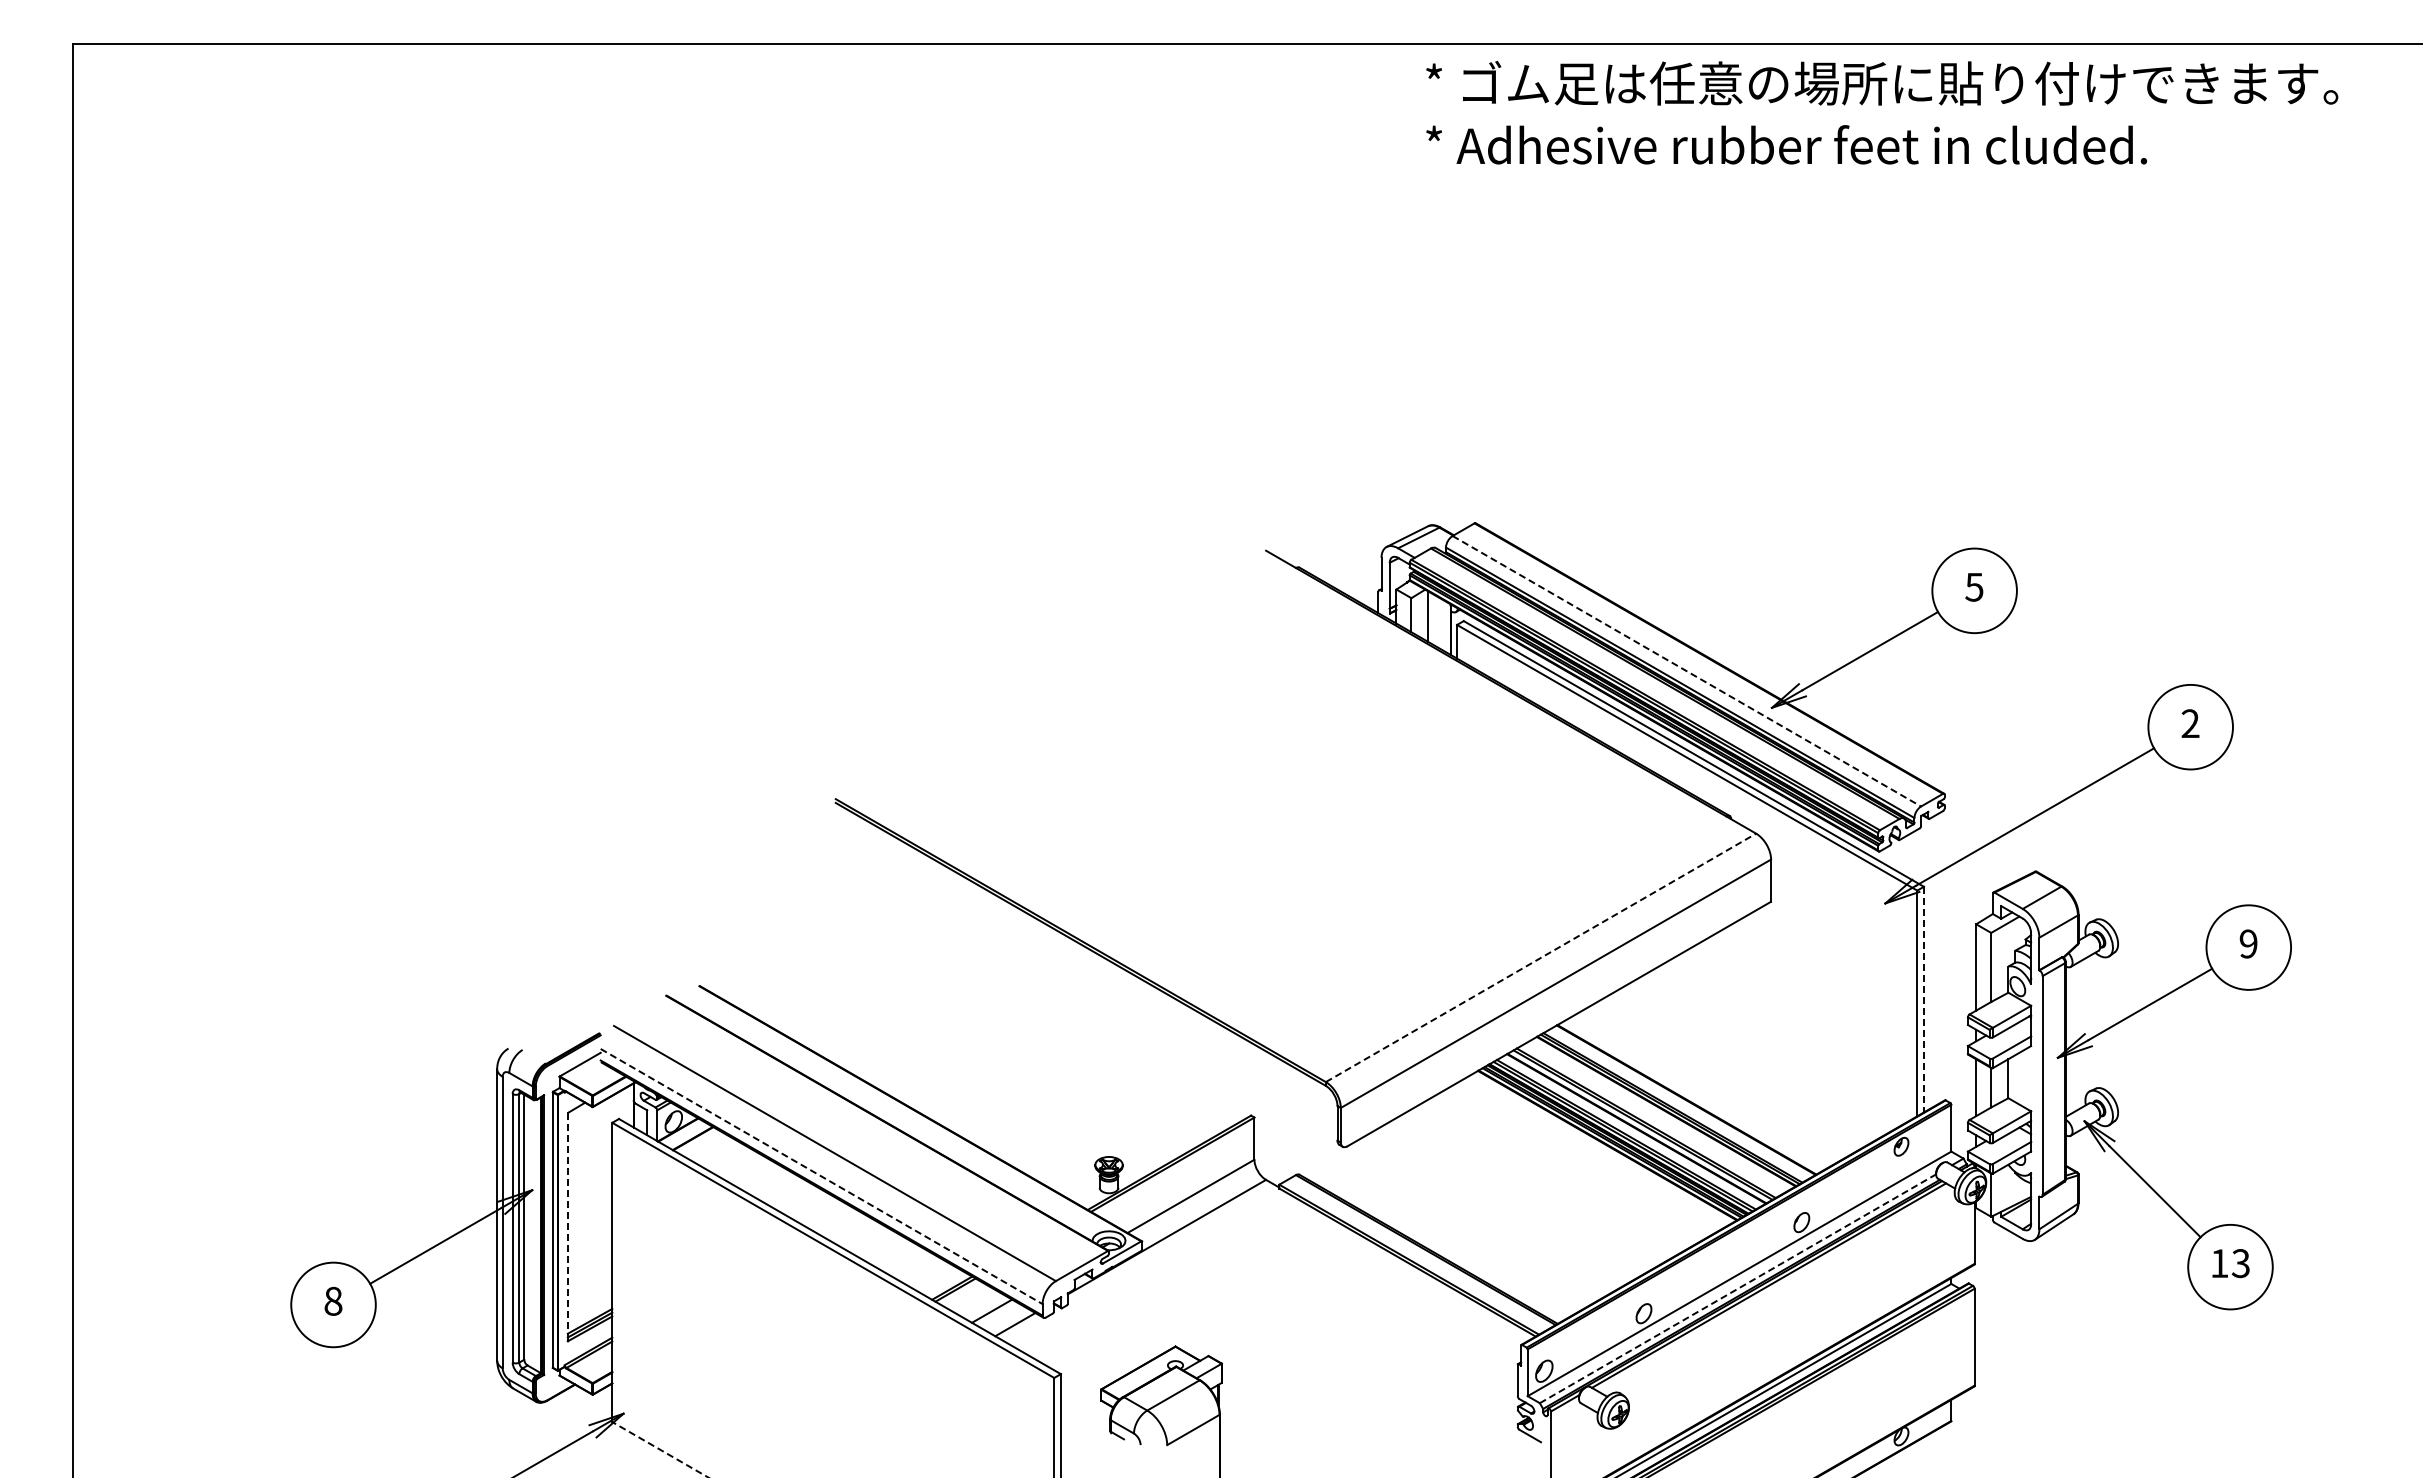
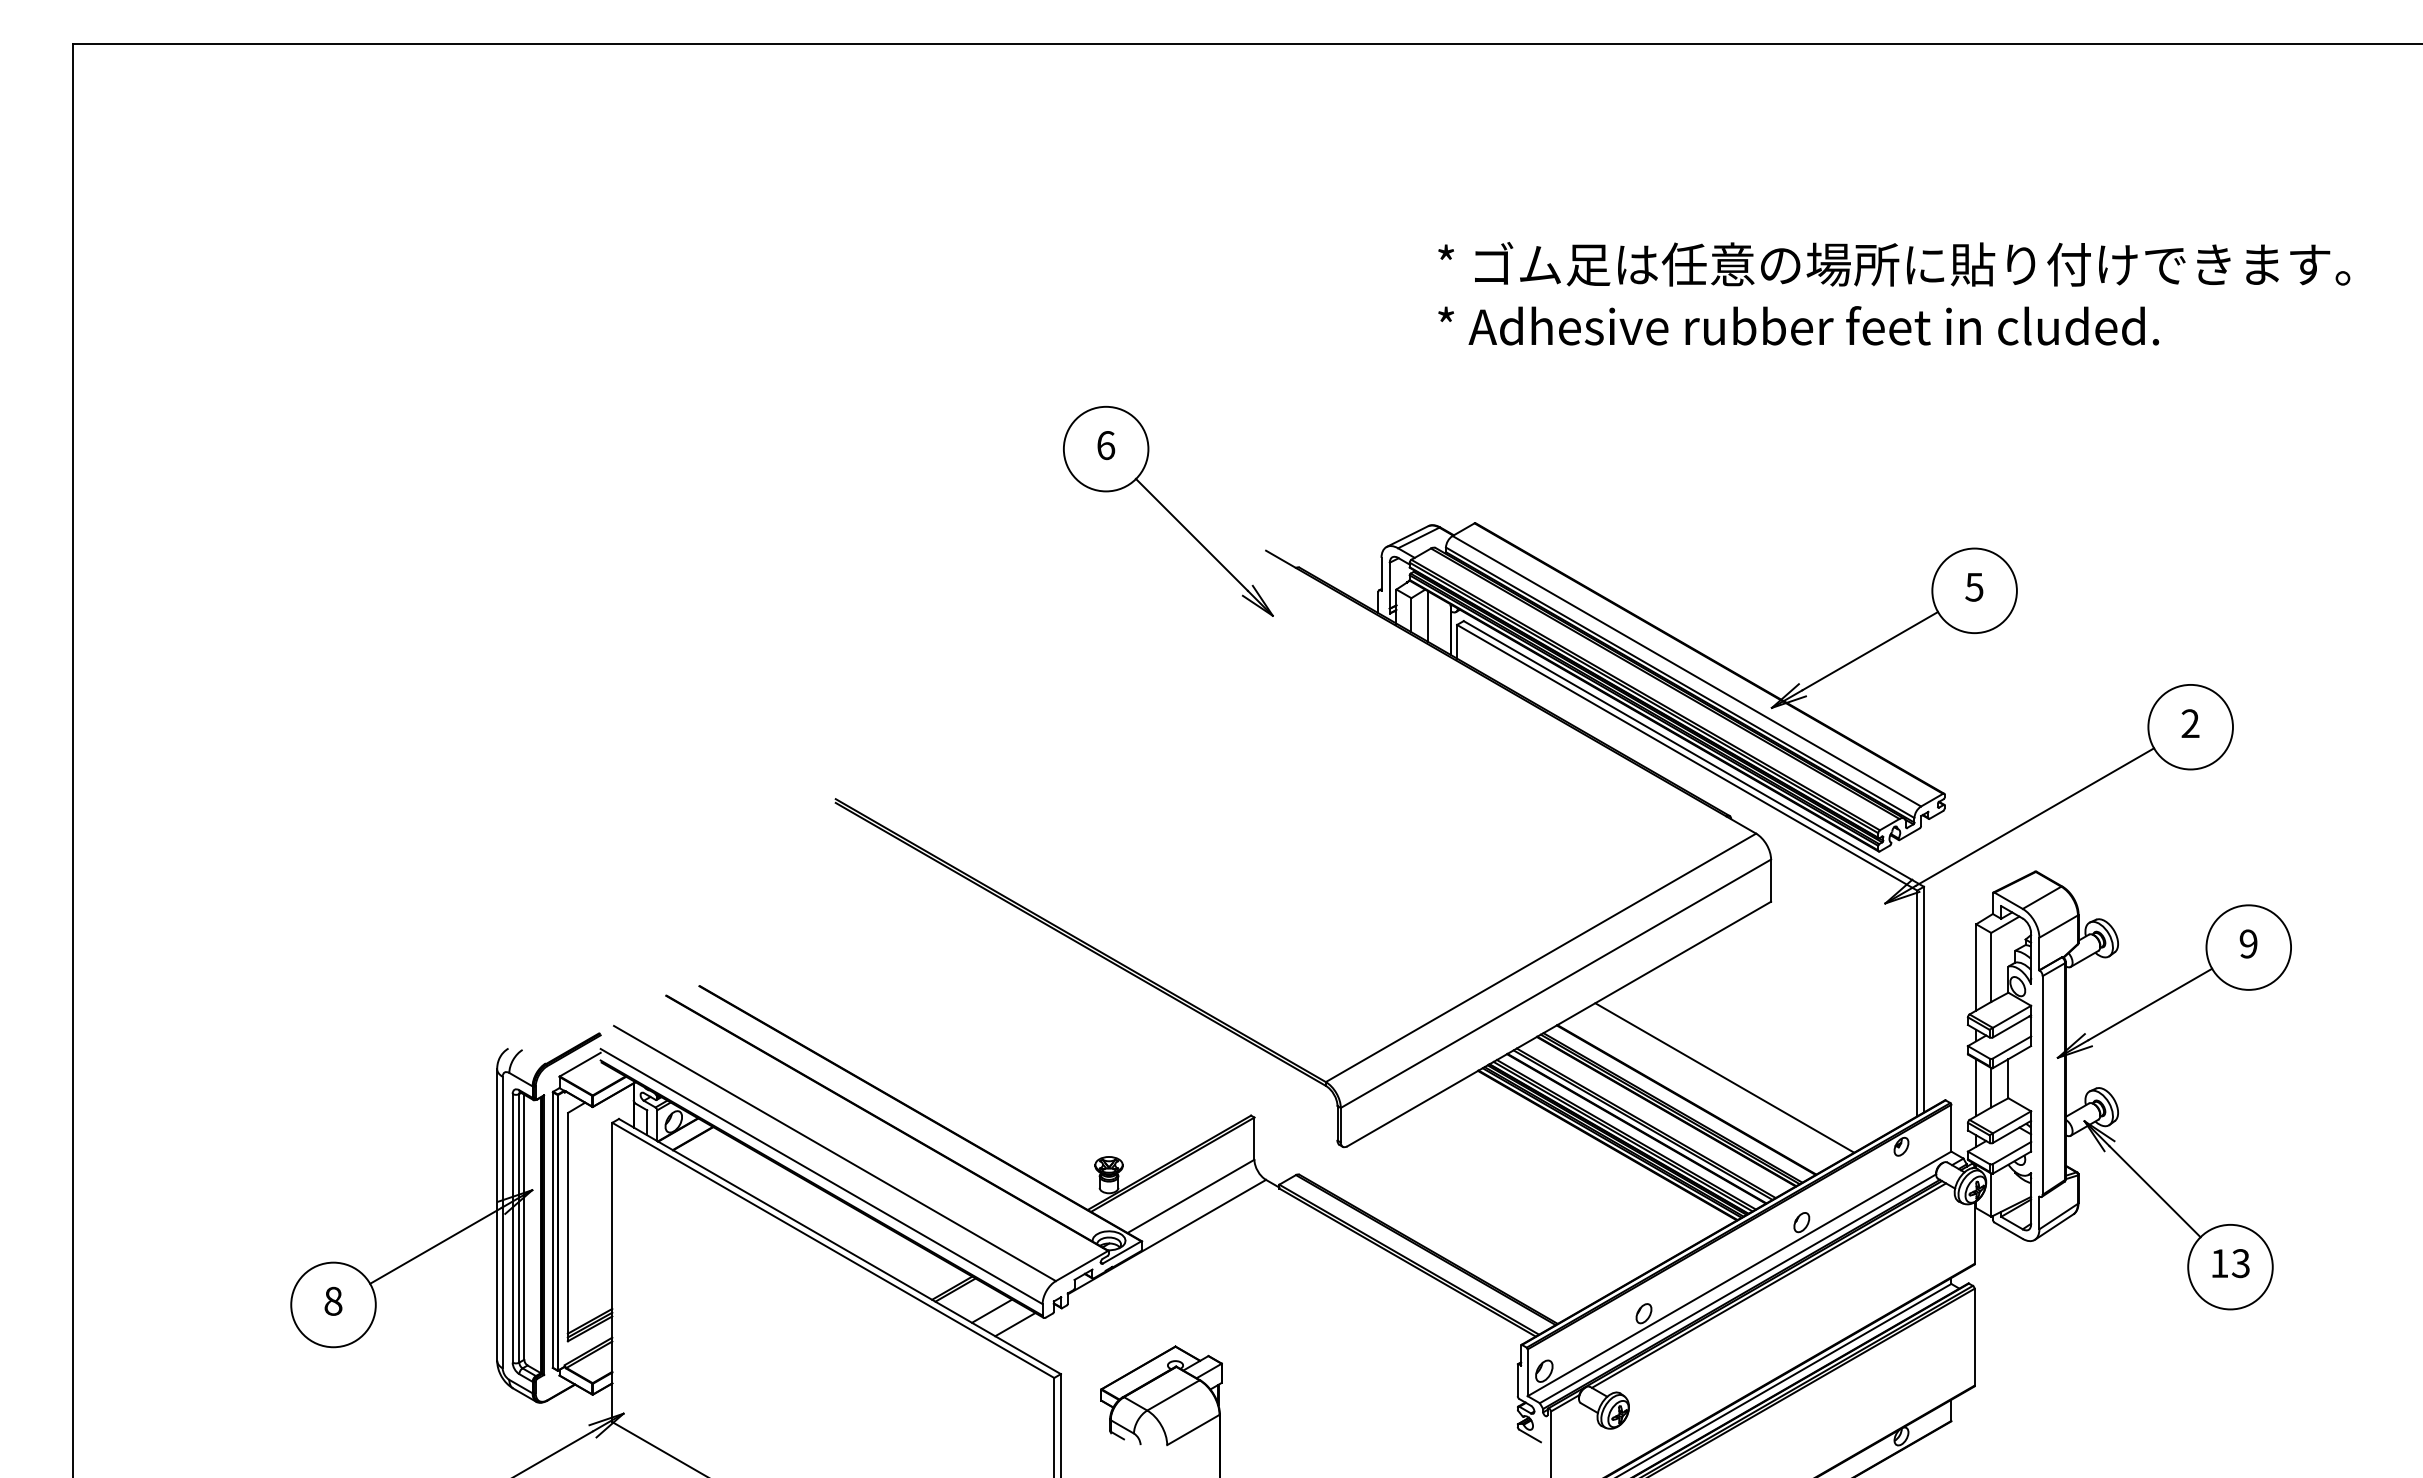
text at (1882, 112) position: (1882, 112) -> (1894, 293)
part at (1168, 510): none -> present
line at (1687, 671): dashed -> solid
line at (1541, 957): dashed -> solid
line at (1923, 999): dashed -> solid
line at (1724, 1077): none -> present
line at (822, 1176): dashed -> solid
line at (567, 1227): dashed -> solid
line at (1738, 1288): dashed -> solid
line at (659, 1449): dashed -> solid
